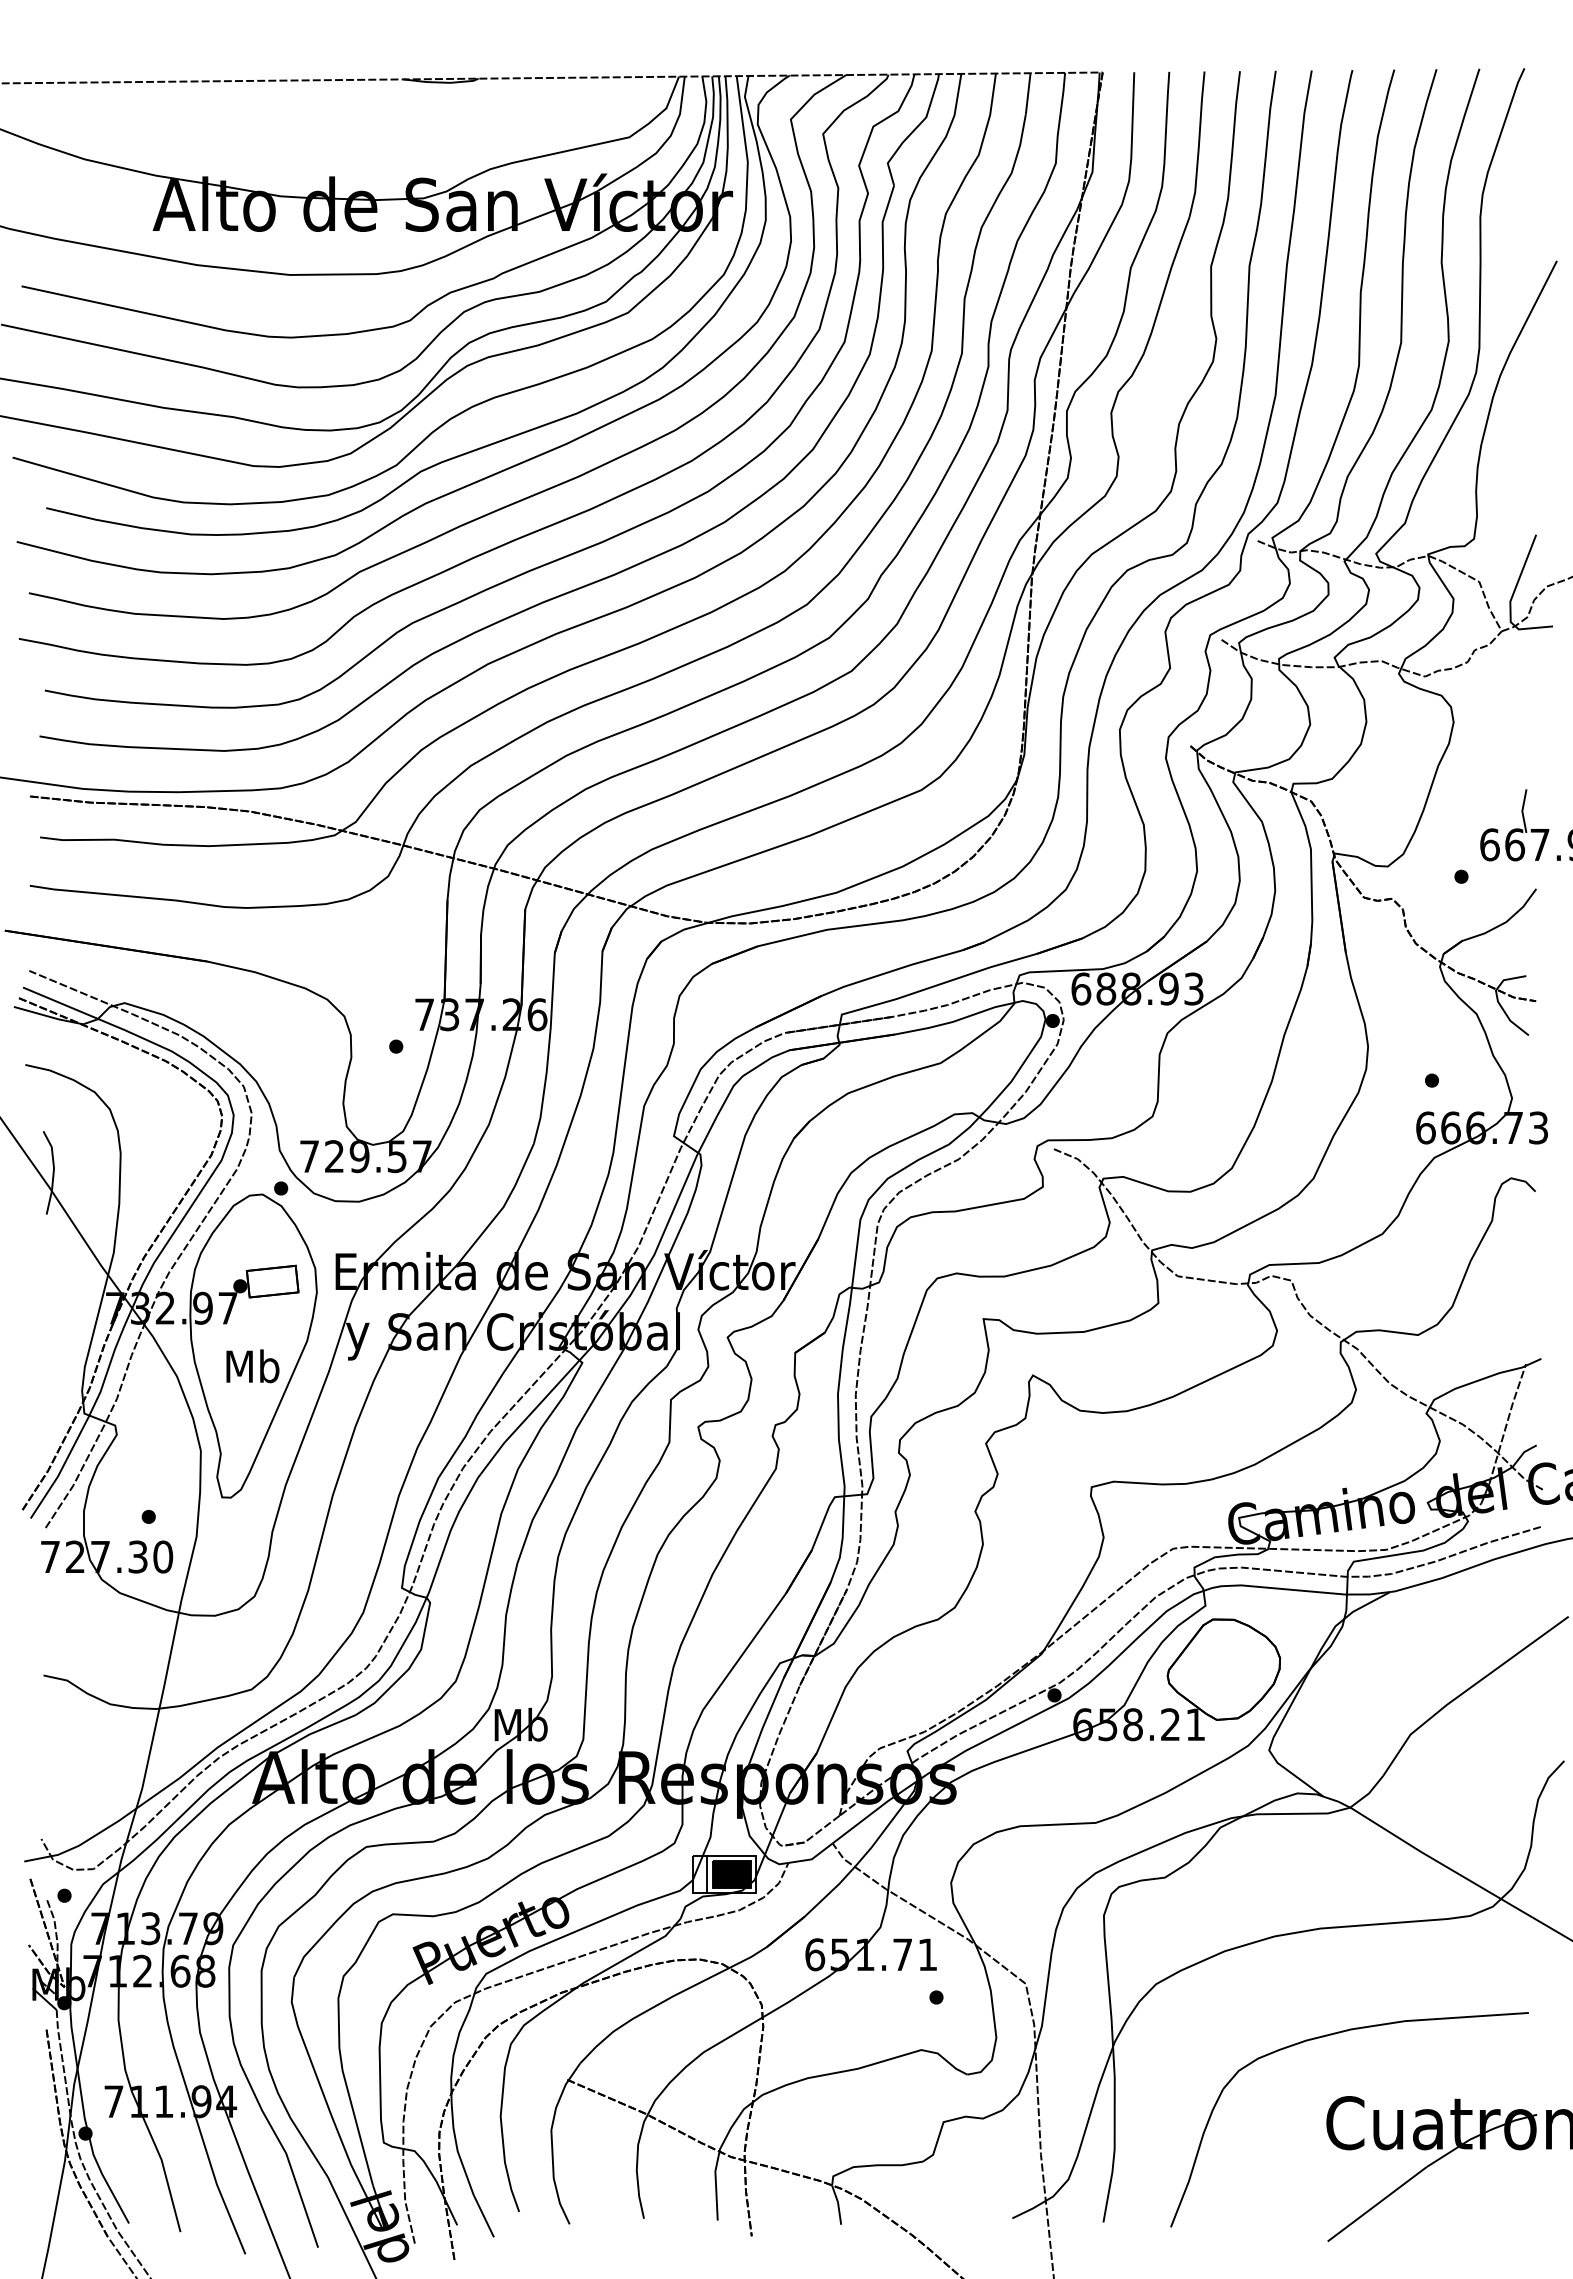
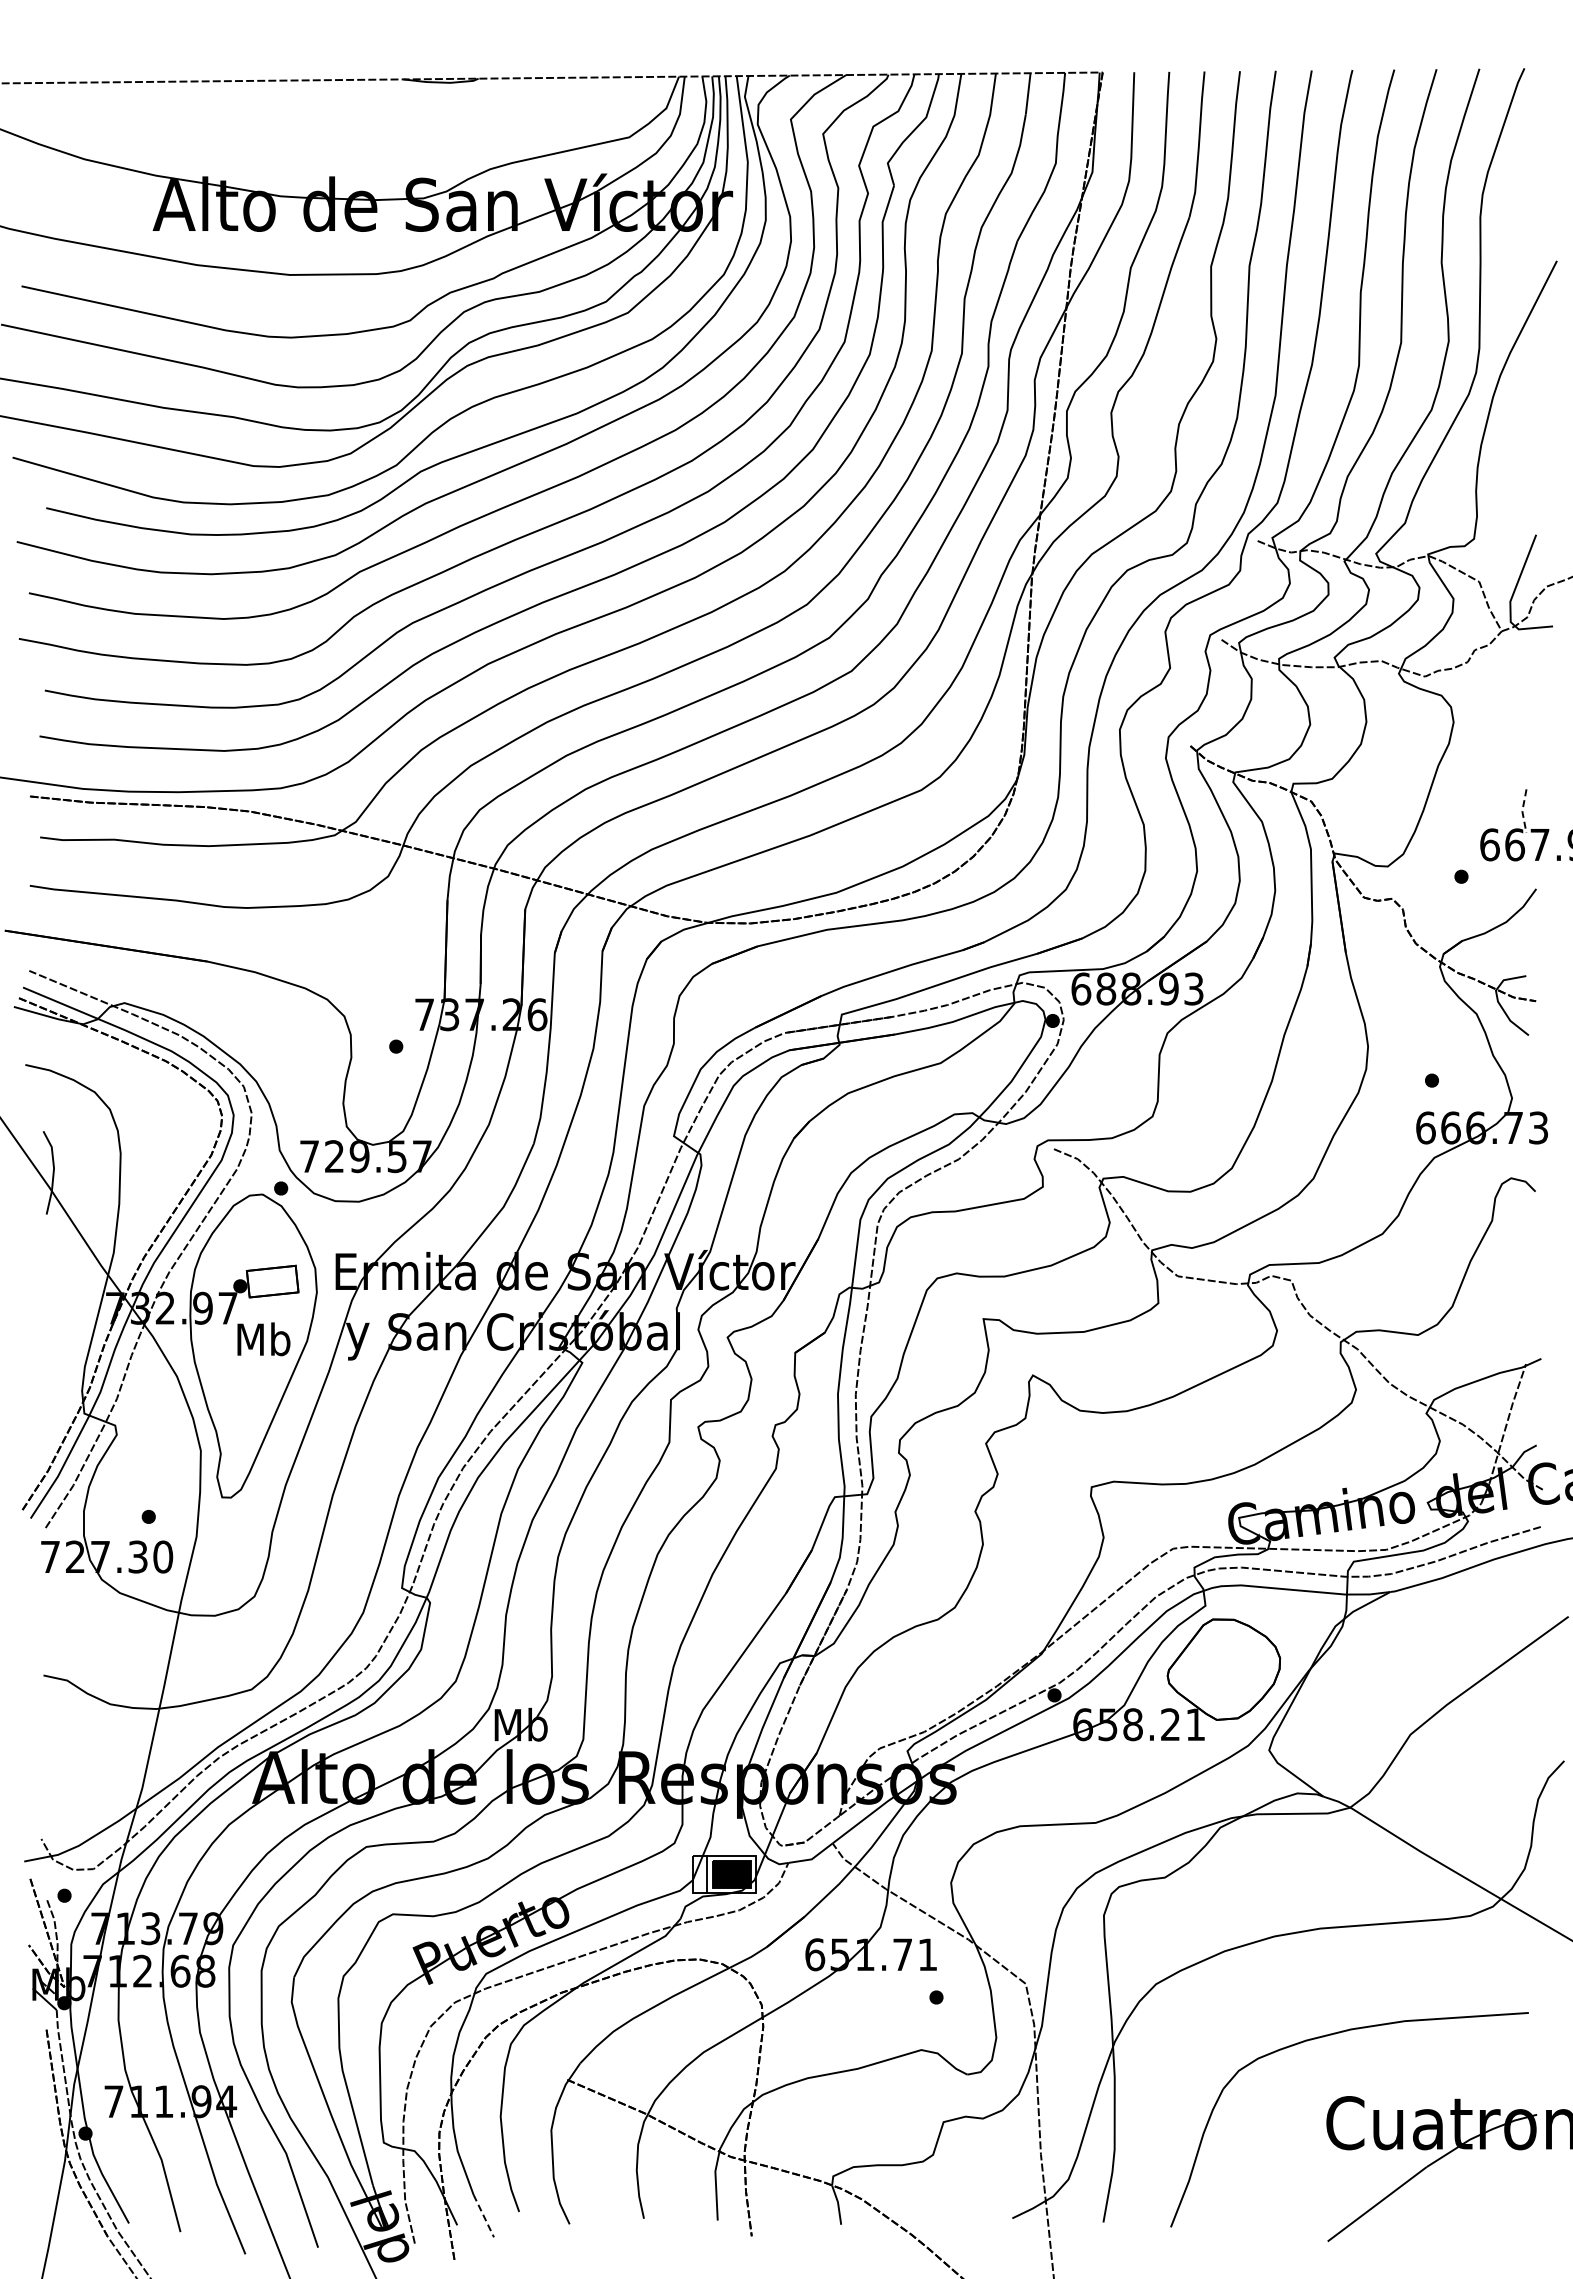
line at (1522, 811): solid -> dashed
text at (252, 1366) position: (252, 1366) -> (263, 1339)
line at (483, 2216): solid -> dashed
